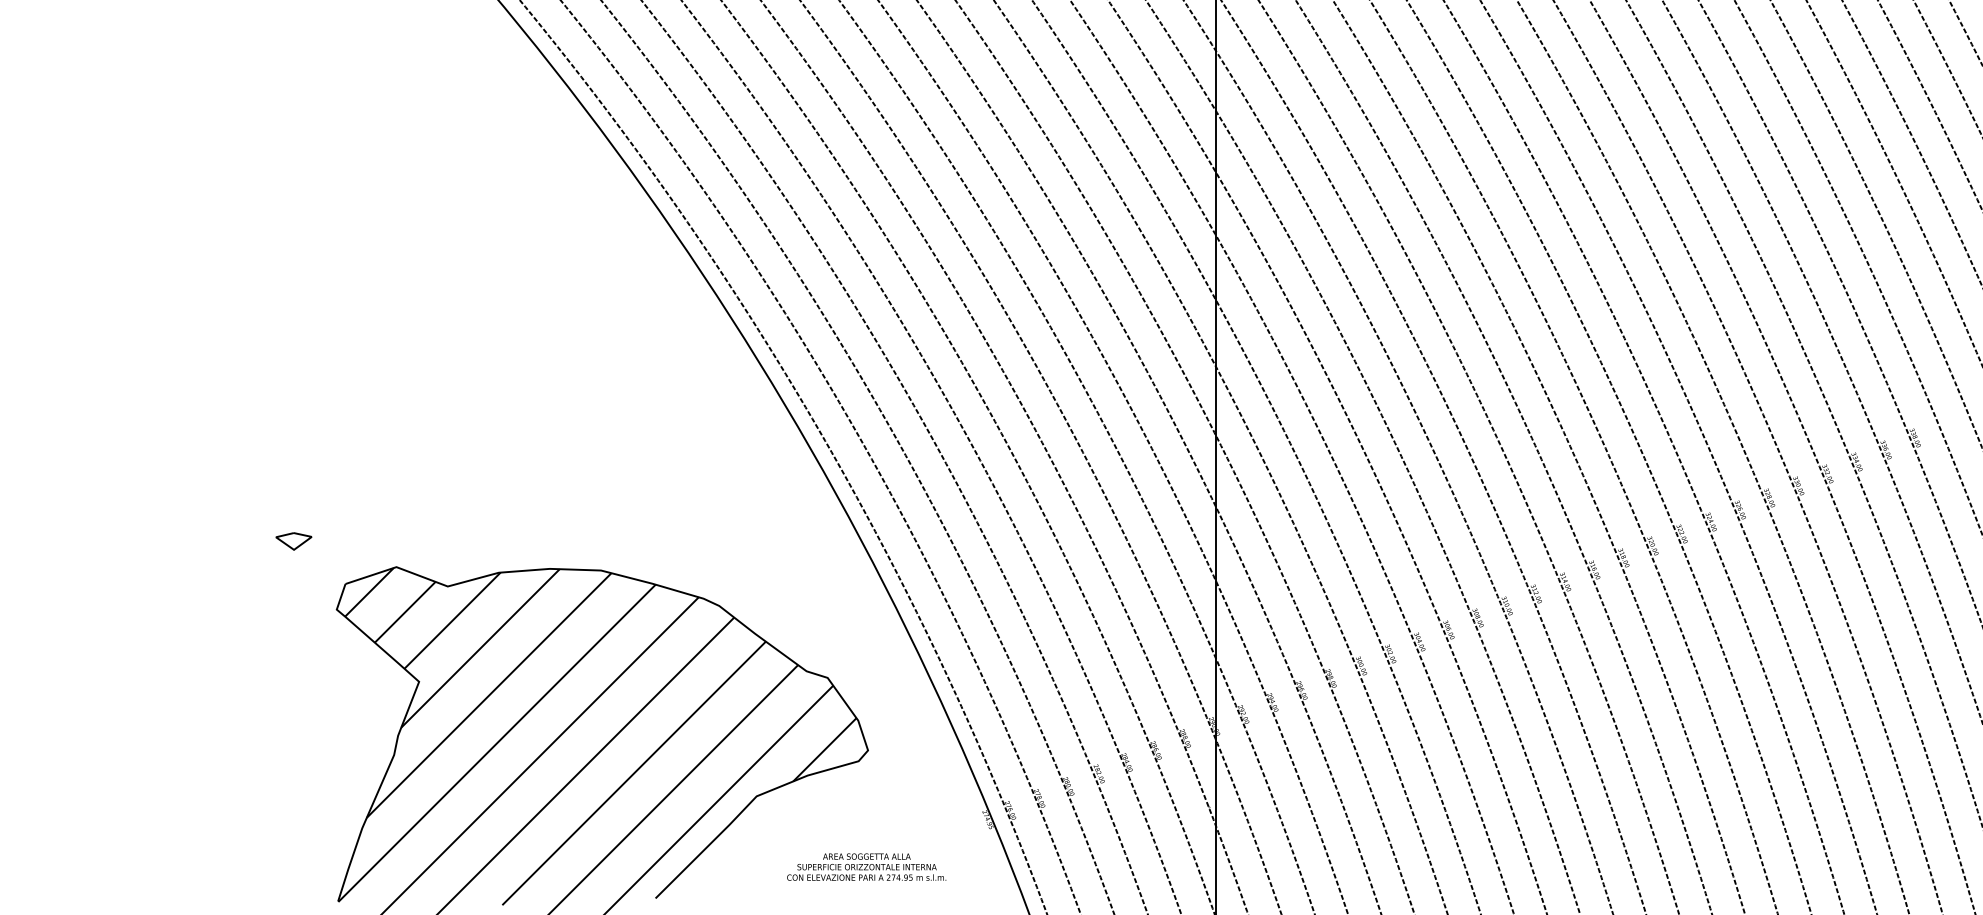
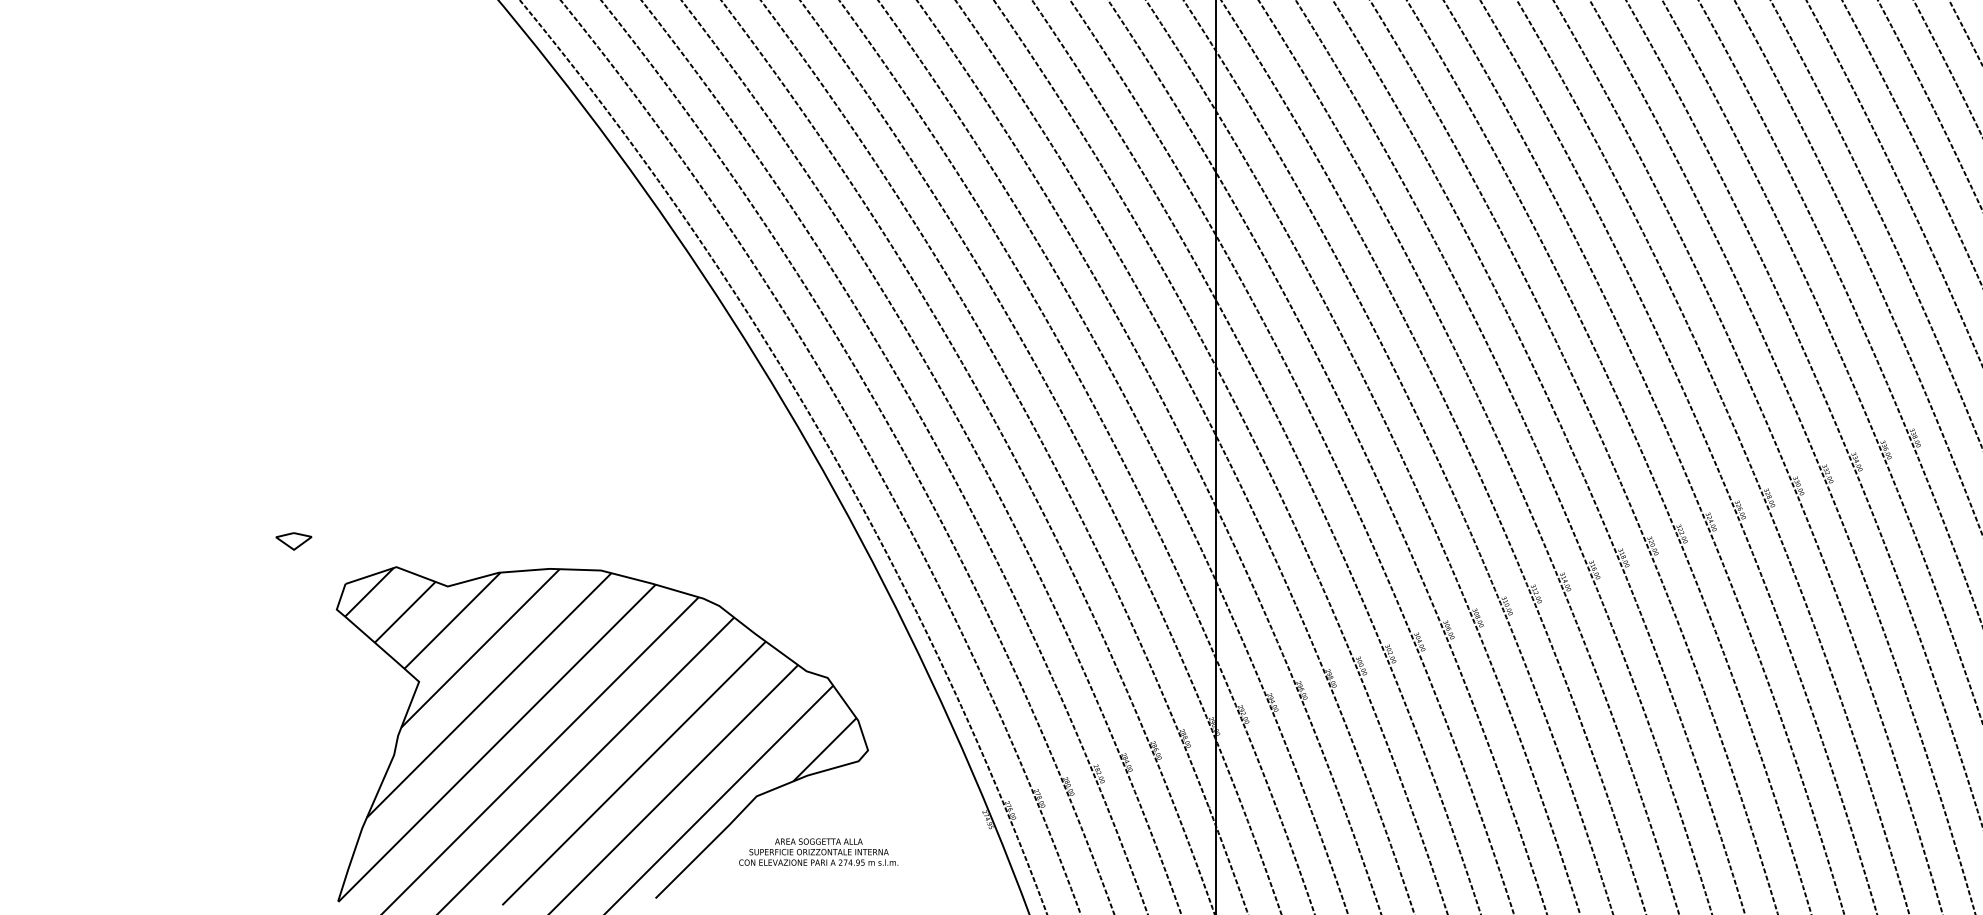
text at (866, 866) position: (866, 866) -> (818, 851)
